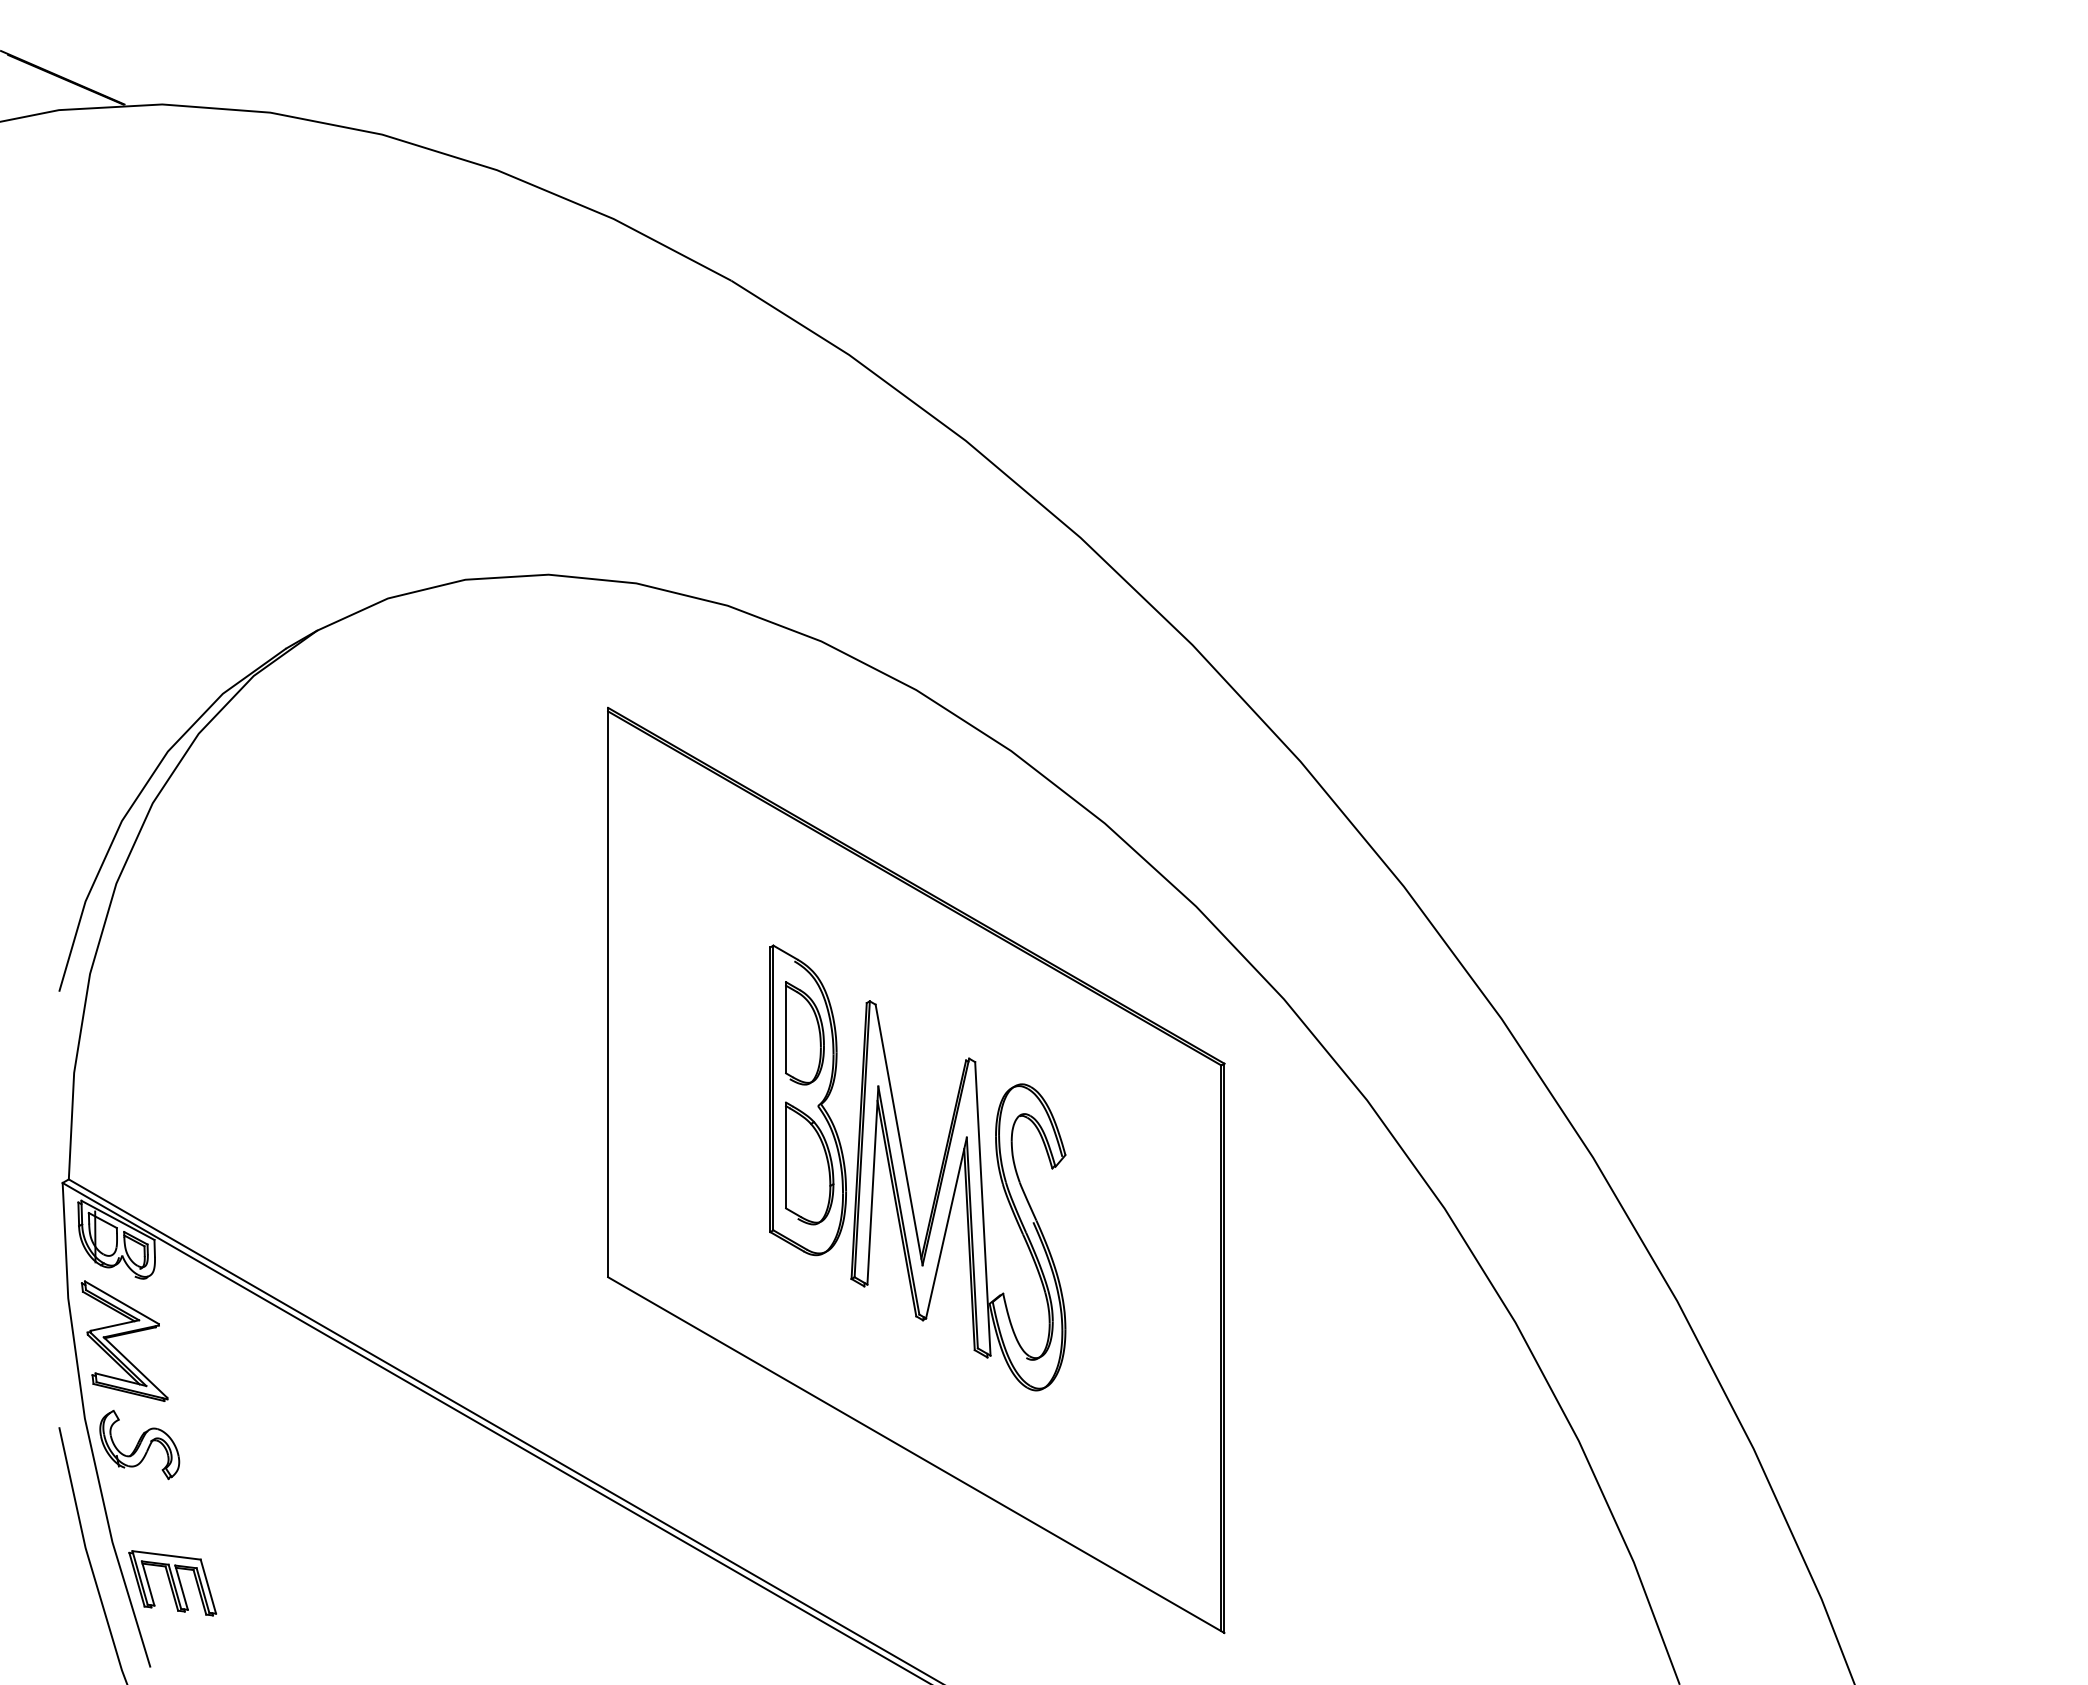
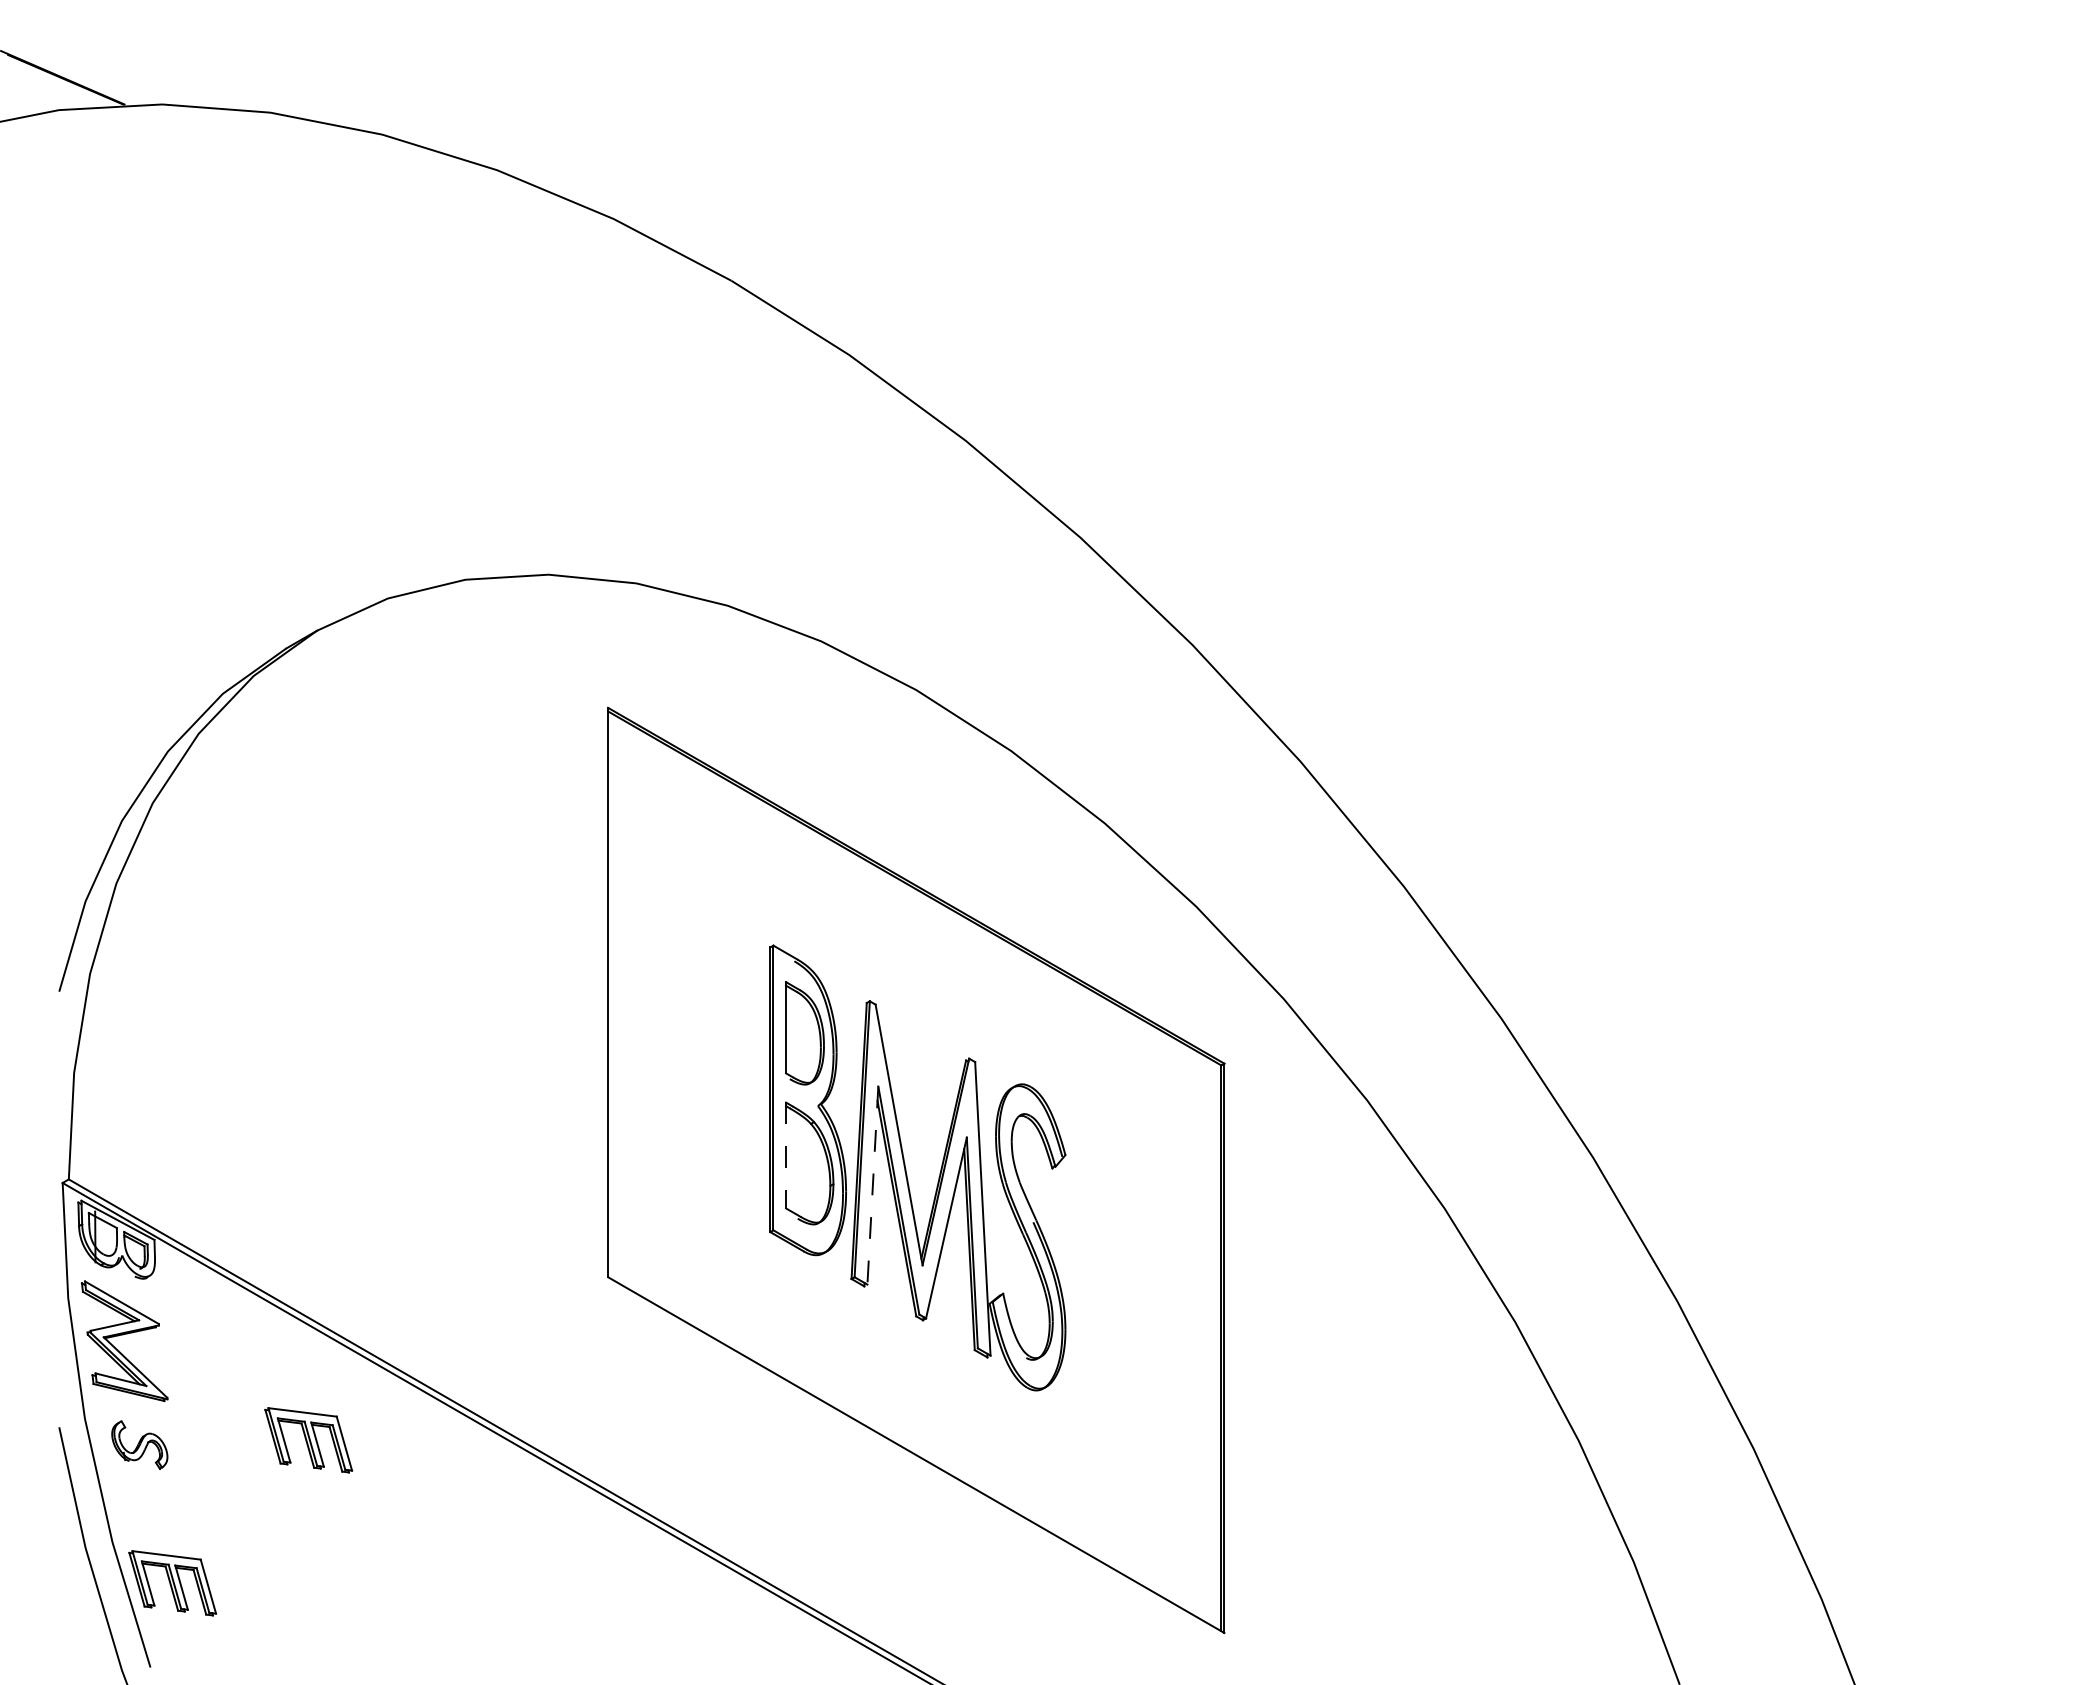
line at (786, 1155): solid -> dashed
line at (872, 1186): solid -> dashed
part at (308, 1440): none -> present
part at (139, 1445) size: 82x71 px -> 58x50 px
